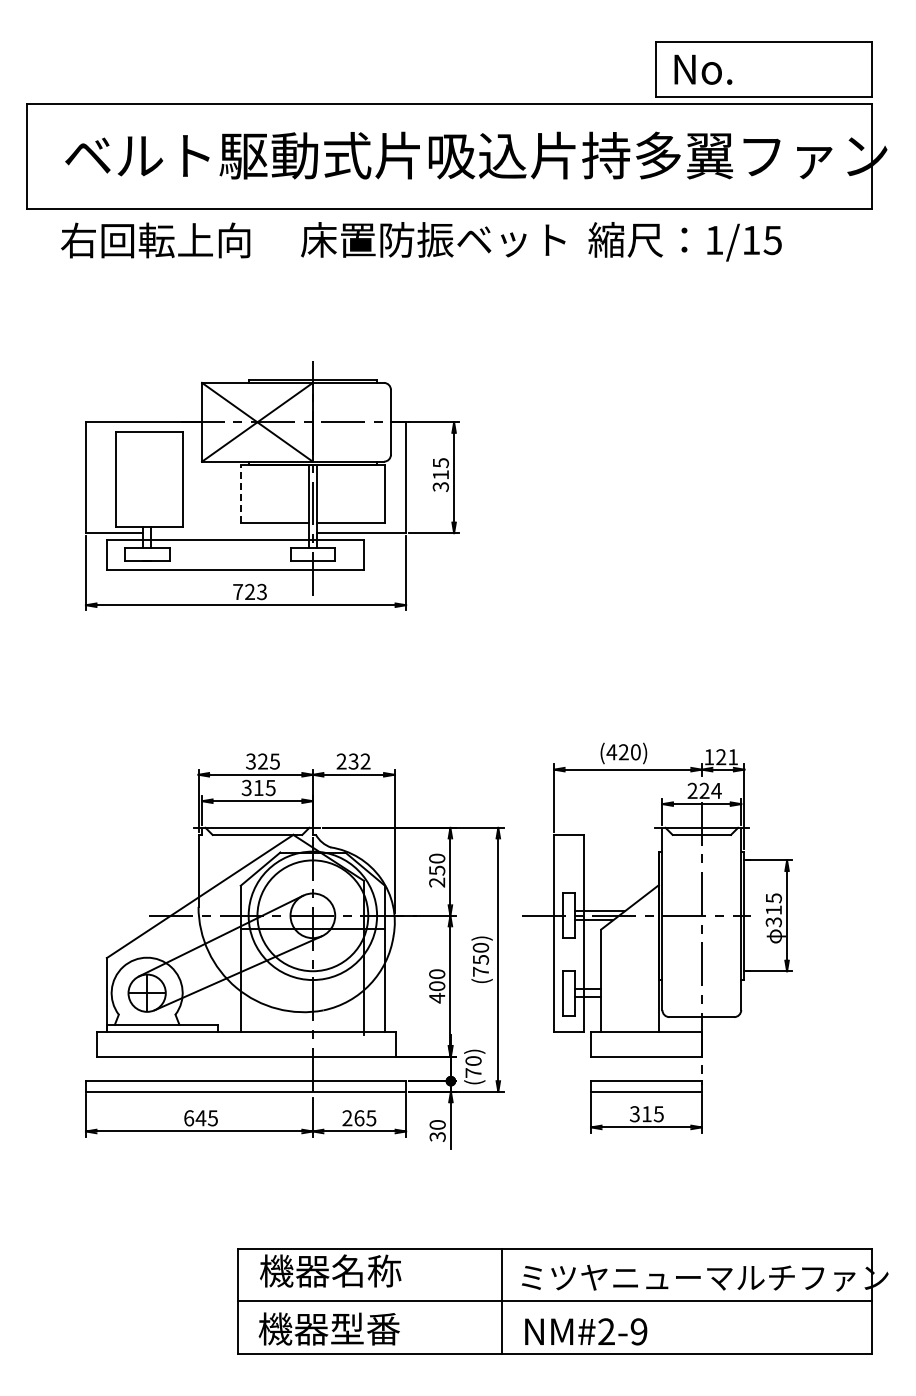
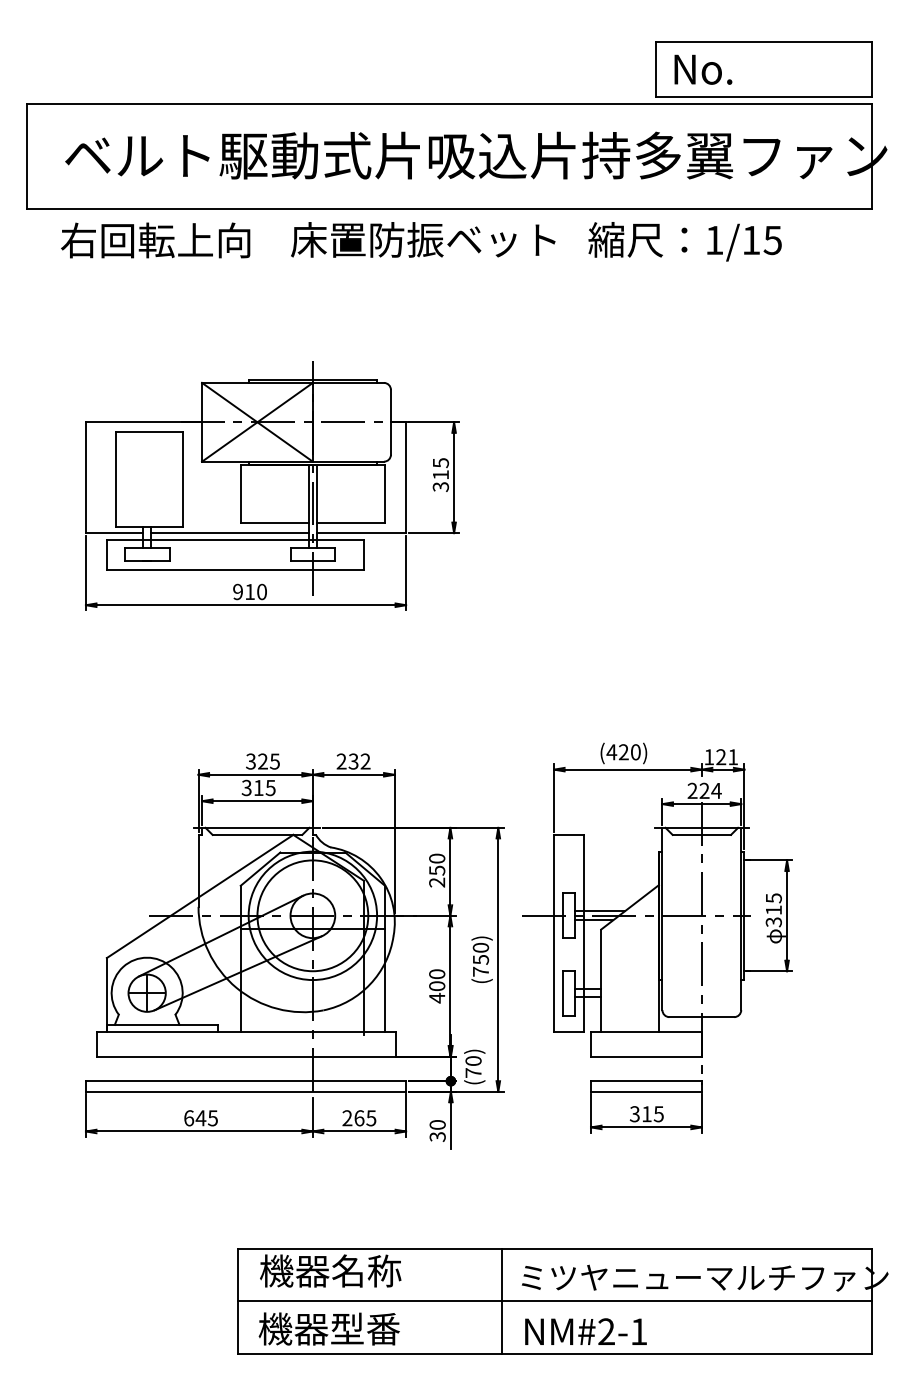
text at (433, 239) position: (433, 239) -> (423, 239)
line at (240, 493): dashed -> solid
line at (229, 533): none -> present
text at (249, 591): 723 -> 910
text at (638, 1331): NM#2-9 -> NM#2-1
